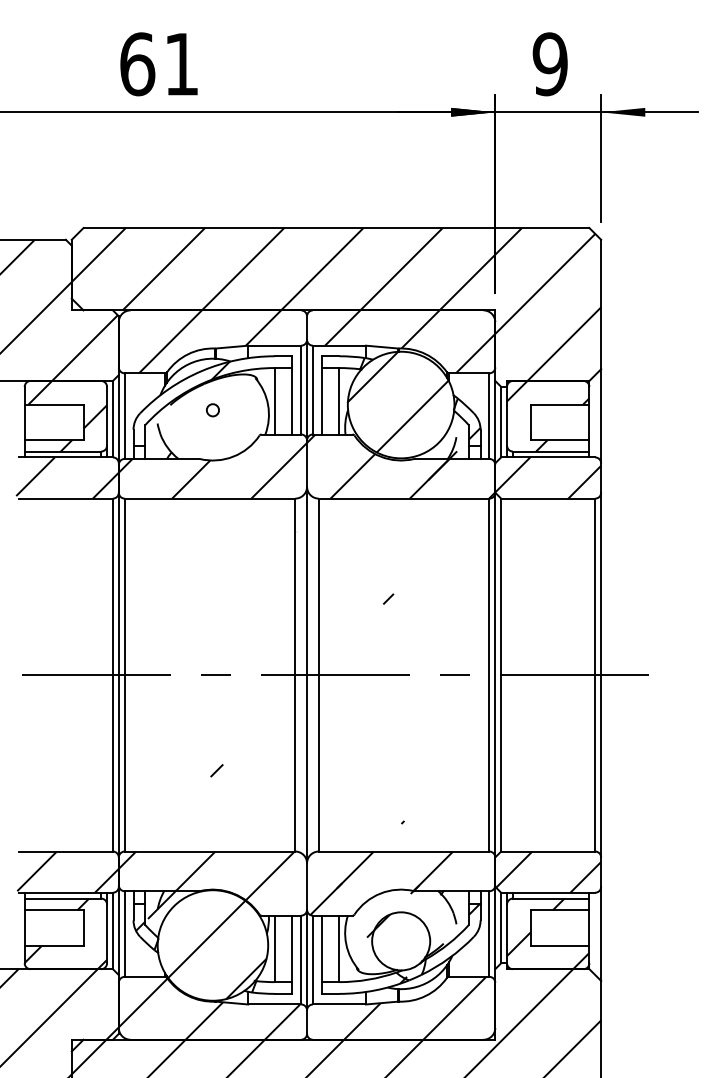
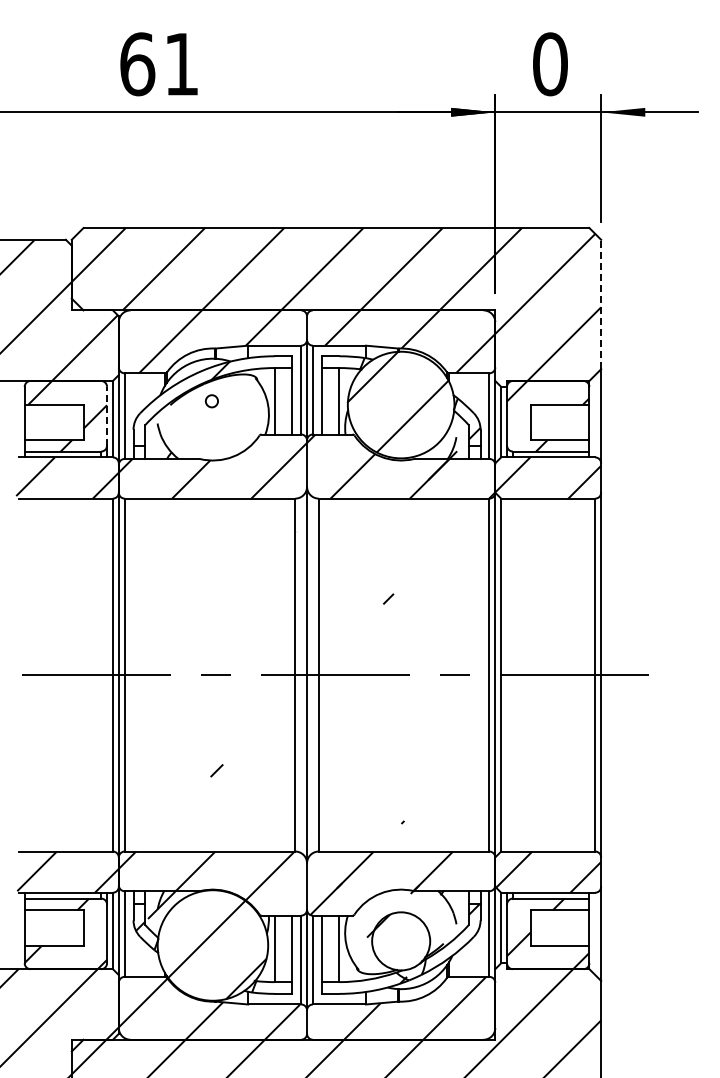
text at (549, 64): 9 -> 0
line at (601, 304): solid -> dashed
circle at (212, 410) position: (212, 410) -> (211, 401)
line at (107, 415): solid -> dashed
